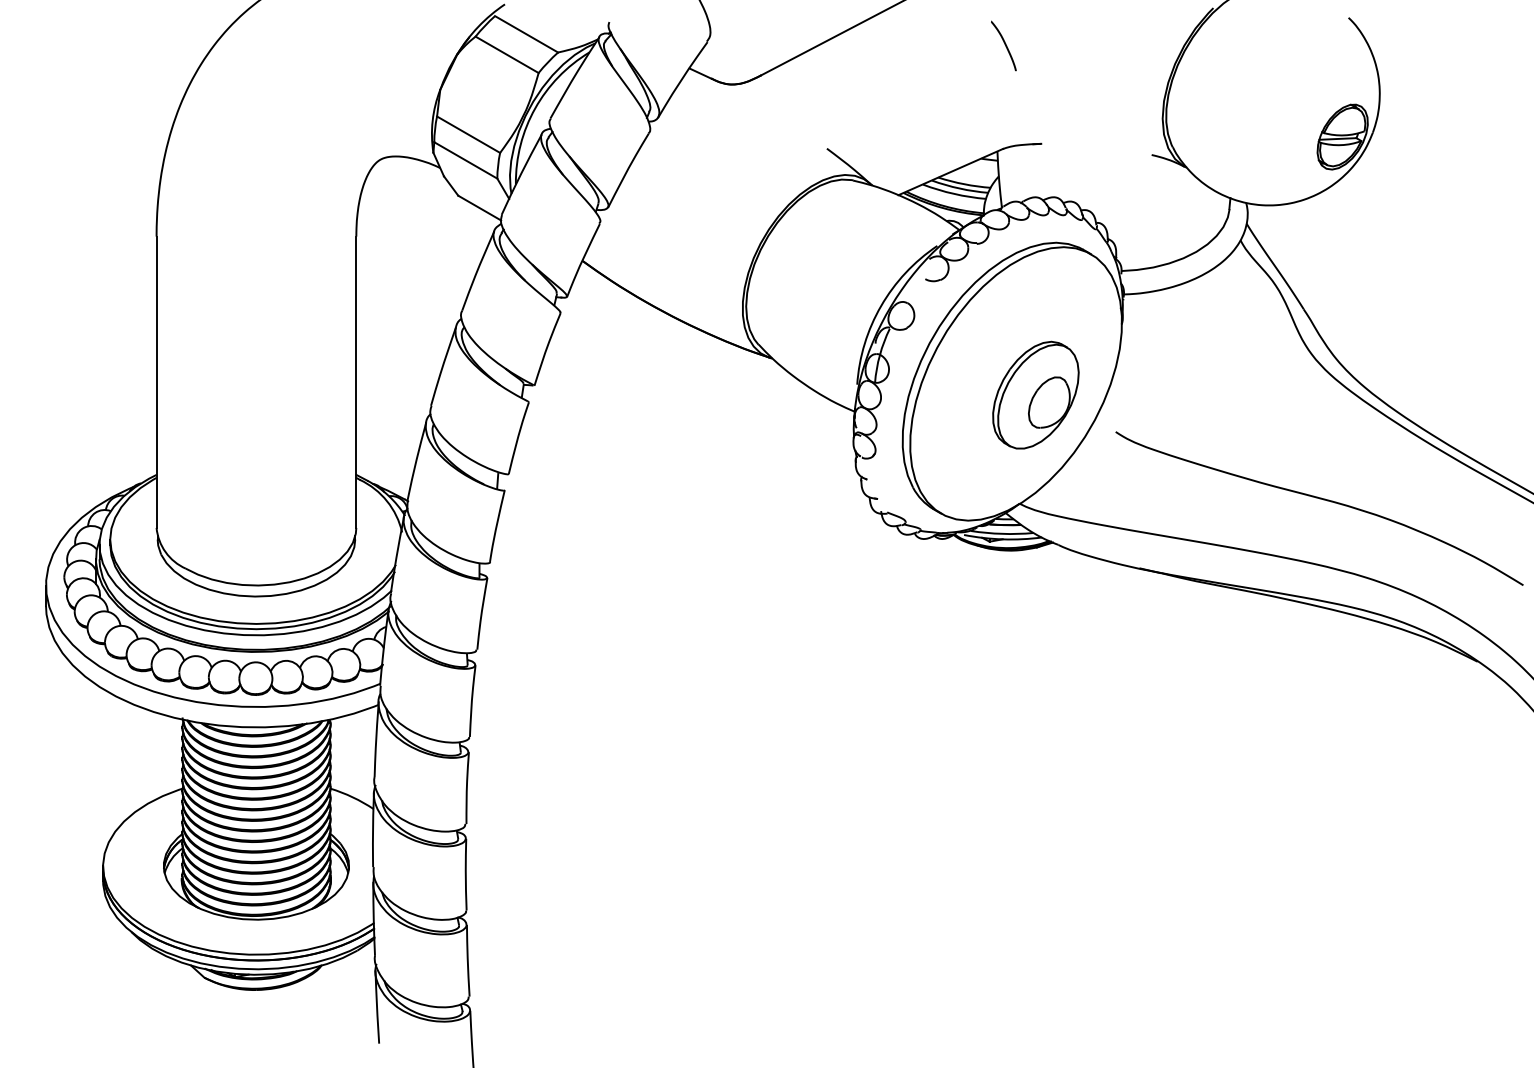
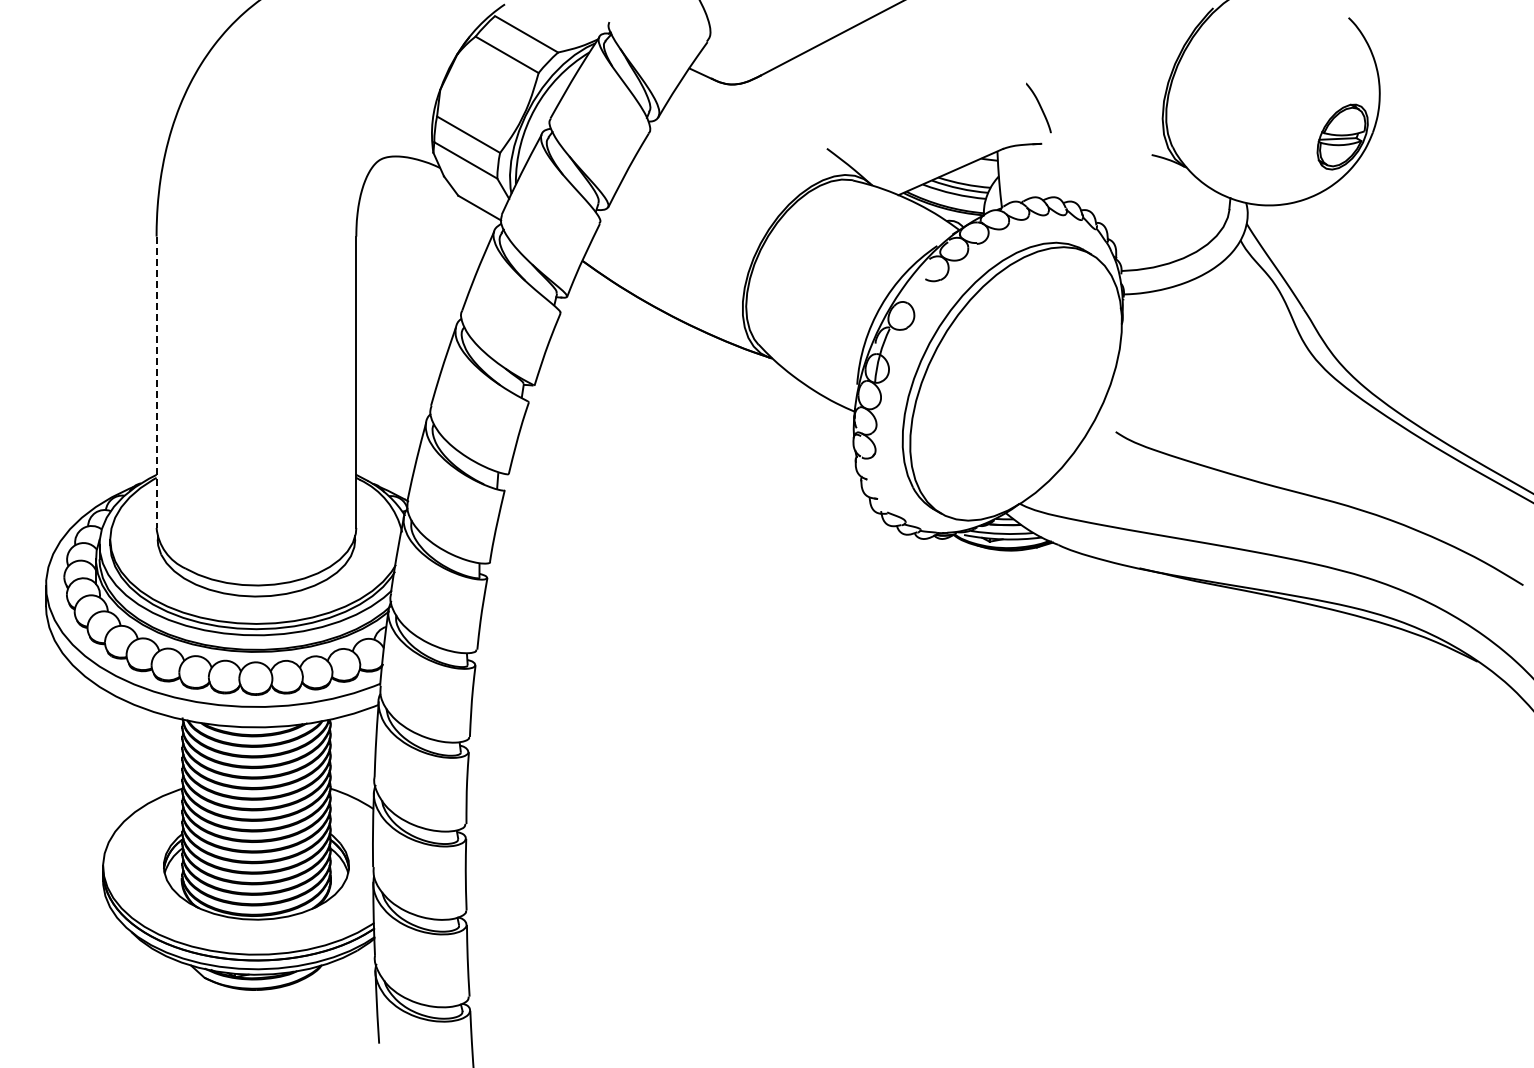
curve at (1004, 44) position: (1004, 44) -> (1039, 106)
line at (156, 382): solid -> dashed
part at (1035, 394): present -> none
